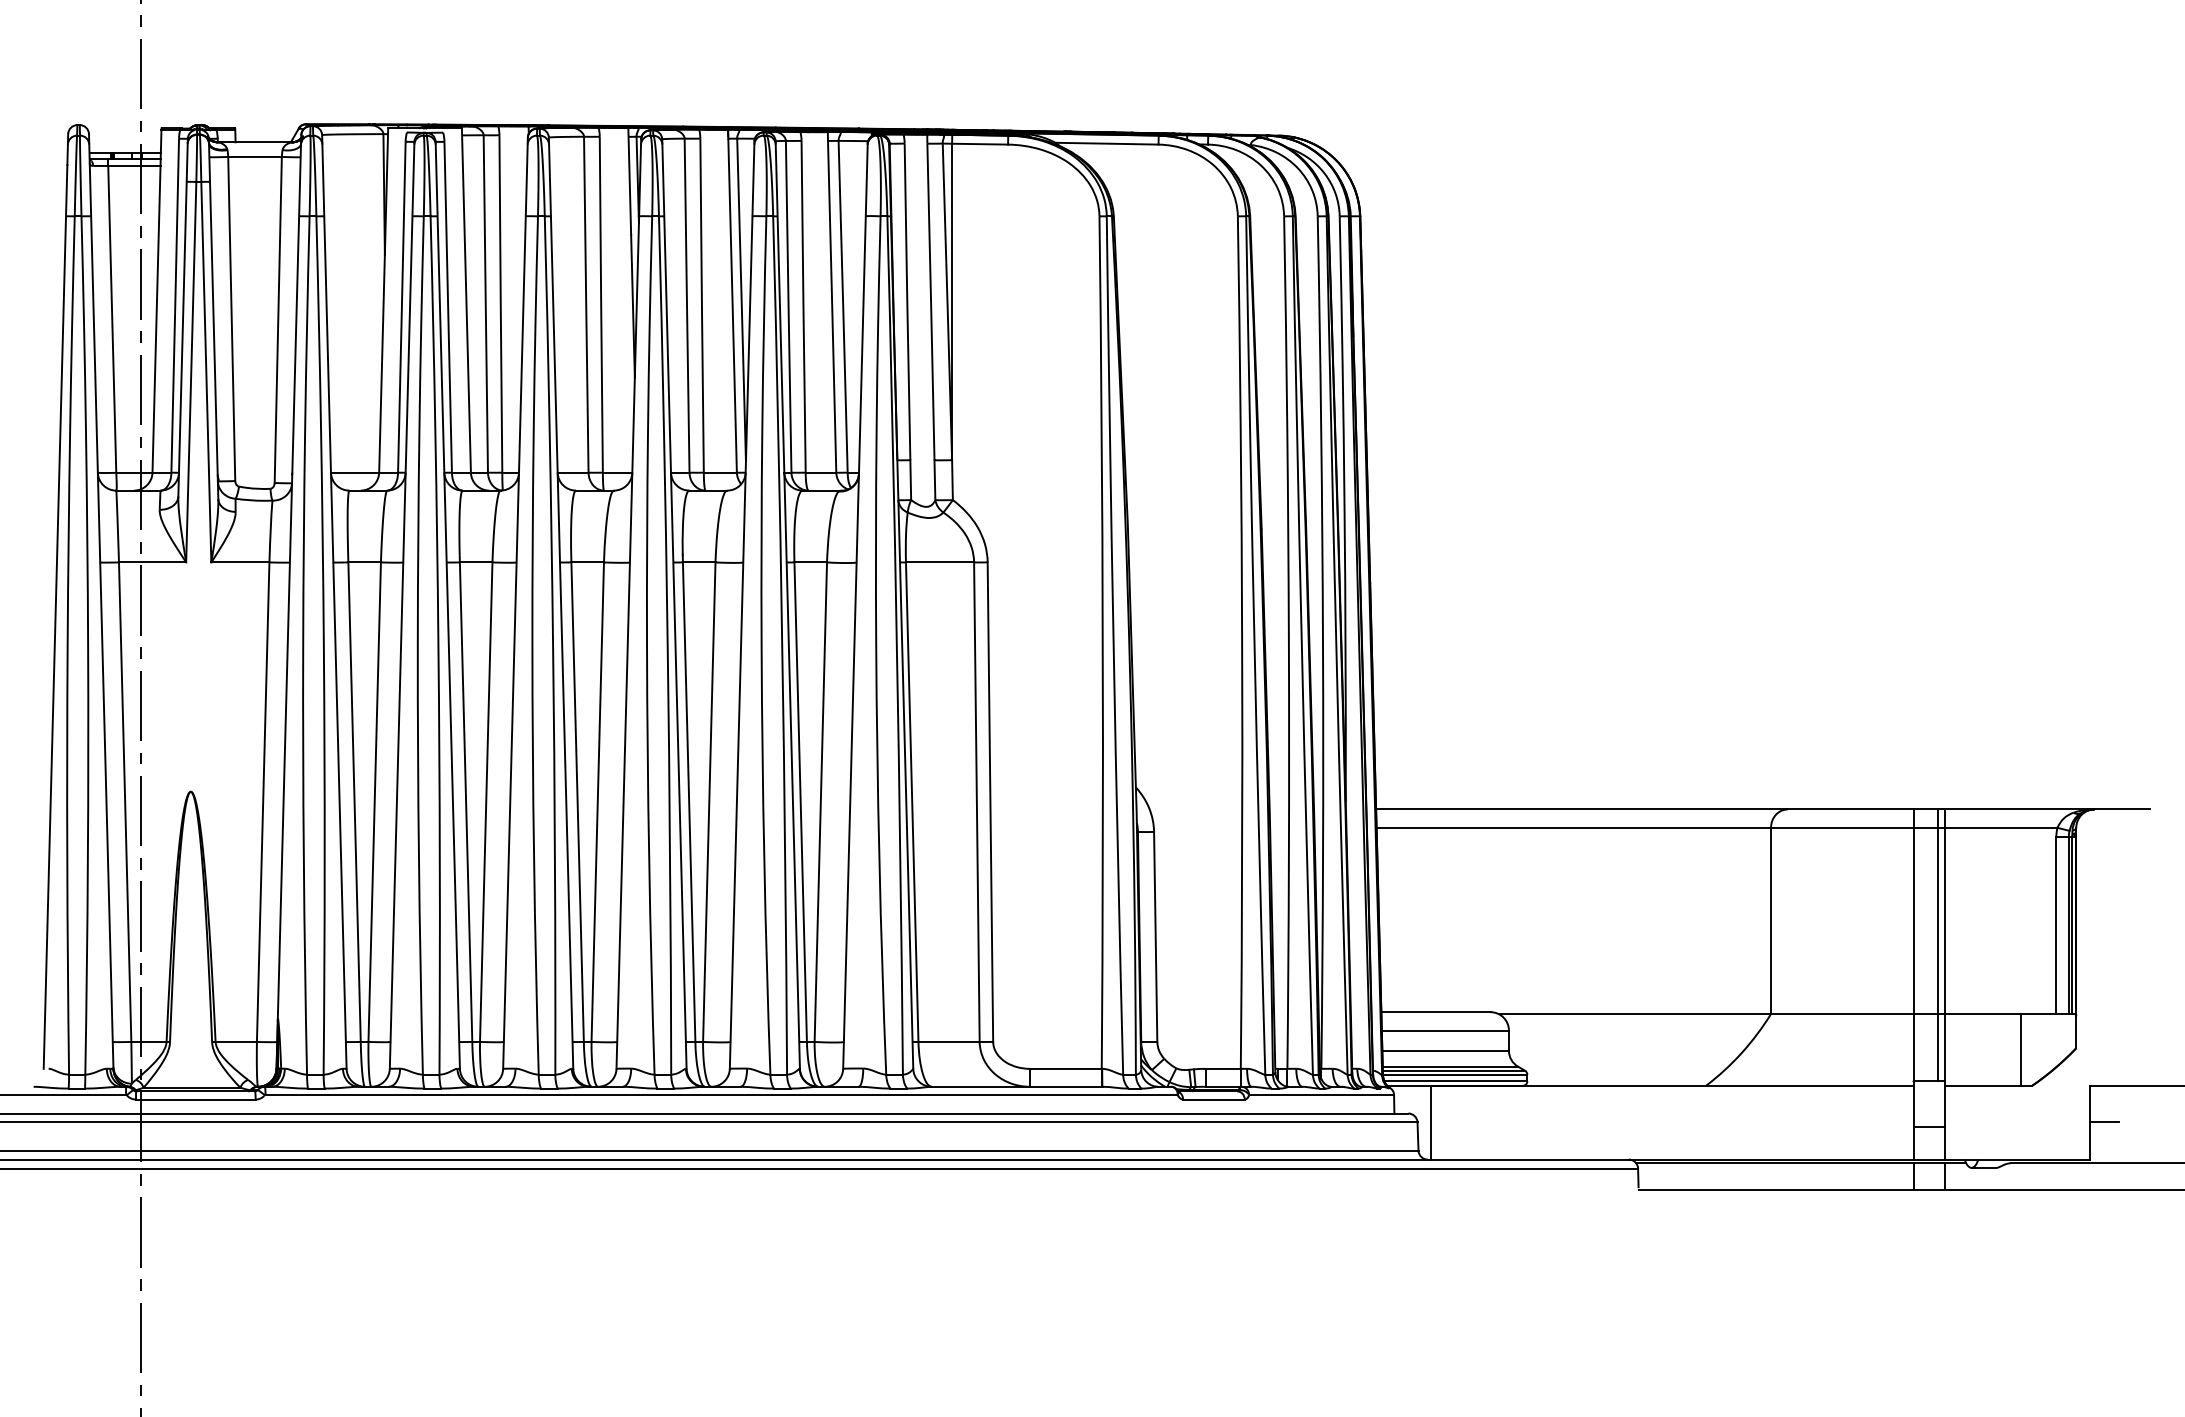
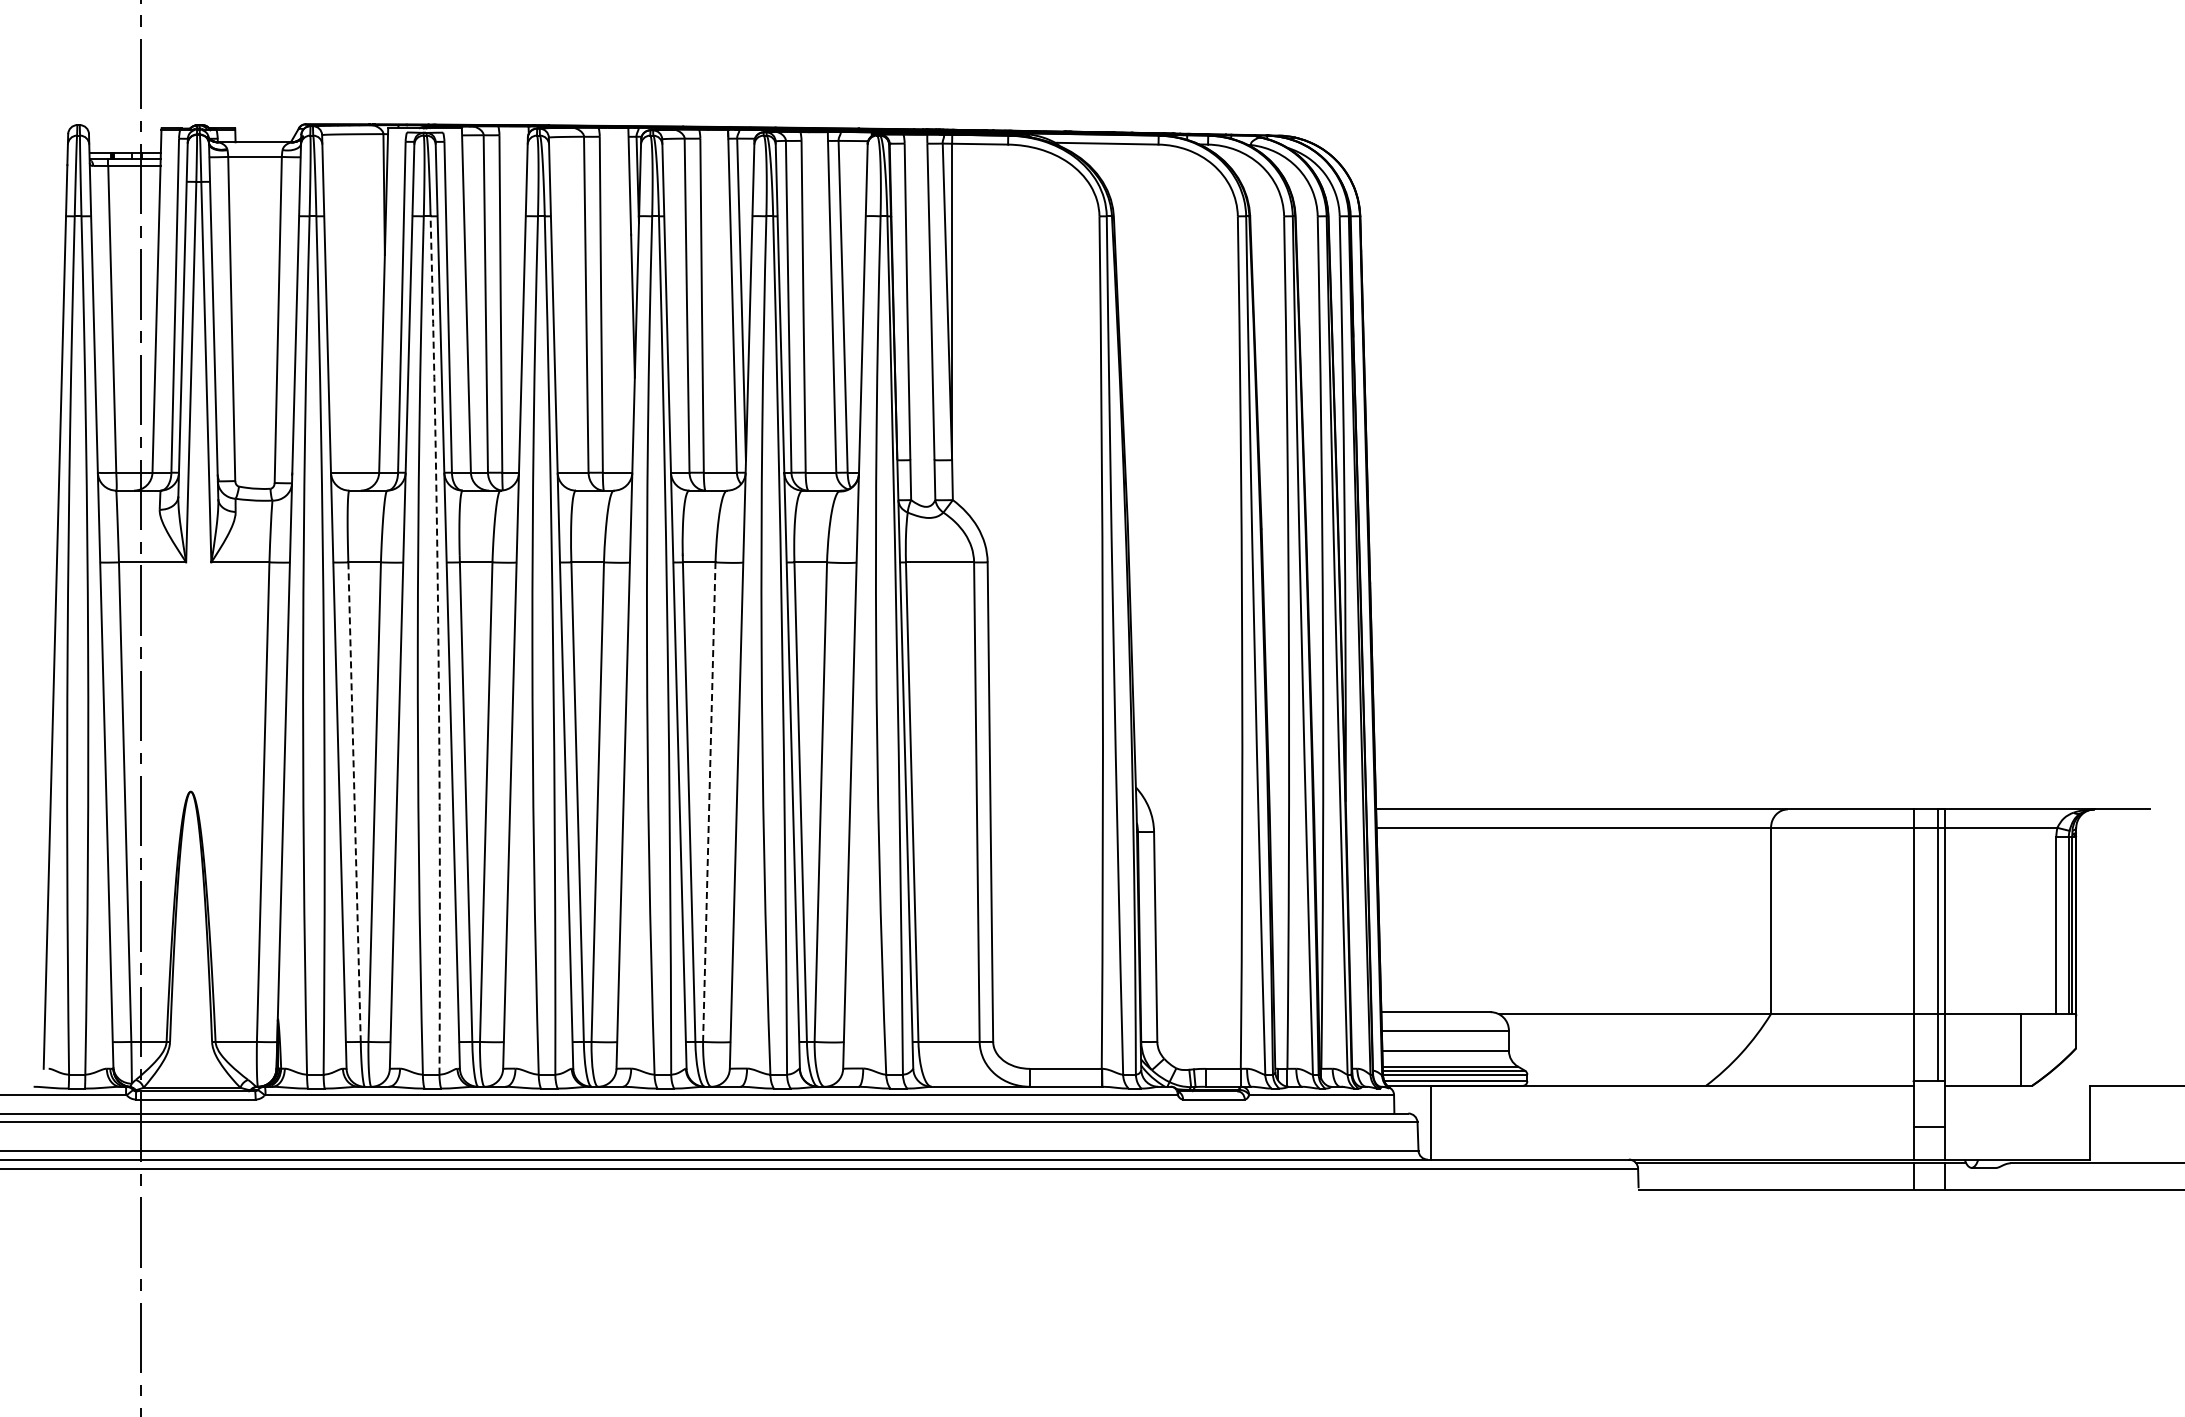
arc at (438, 645): solid -> dashed
line at (354, 802): solid -> dashed
line at (709, 802): solid -> dashed
line at (2104, 1121): present -> none
